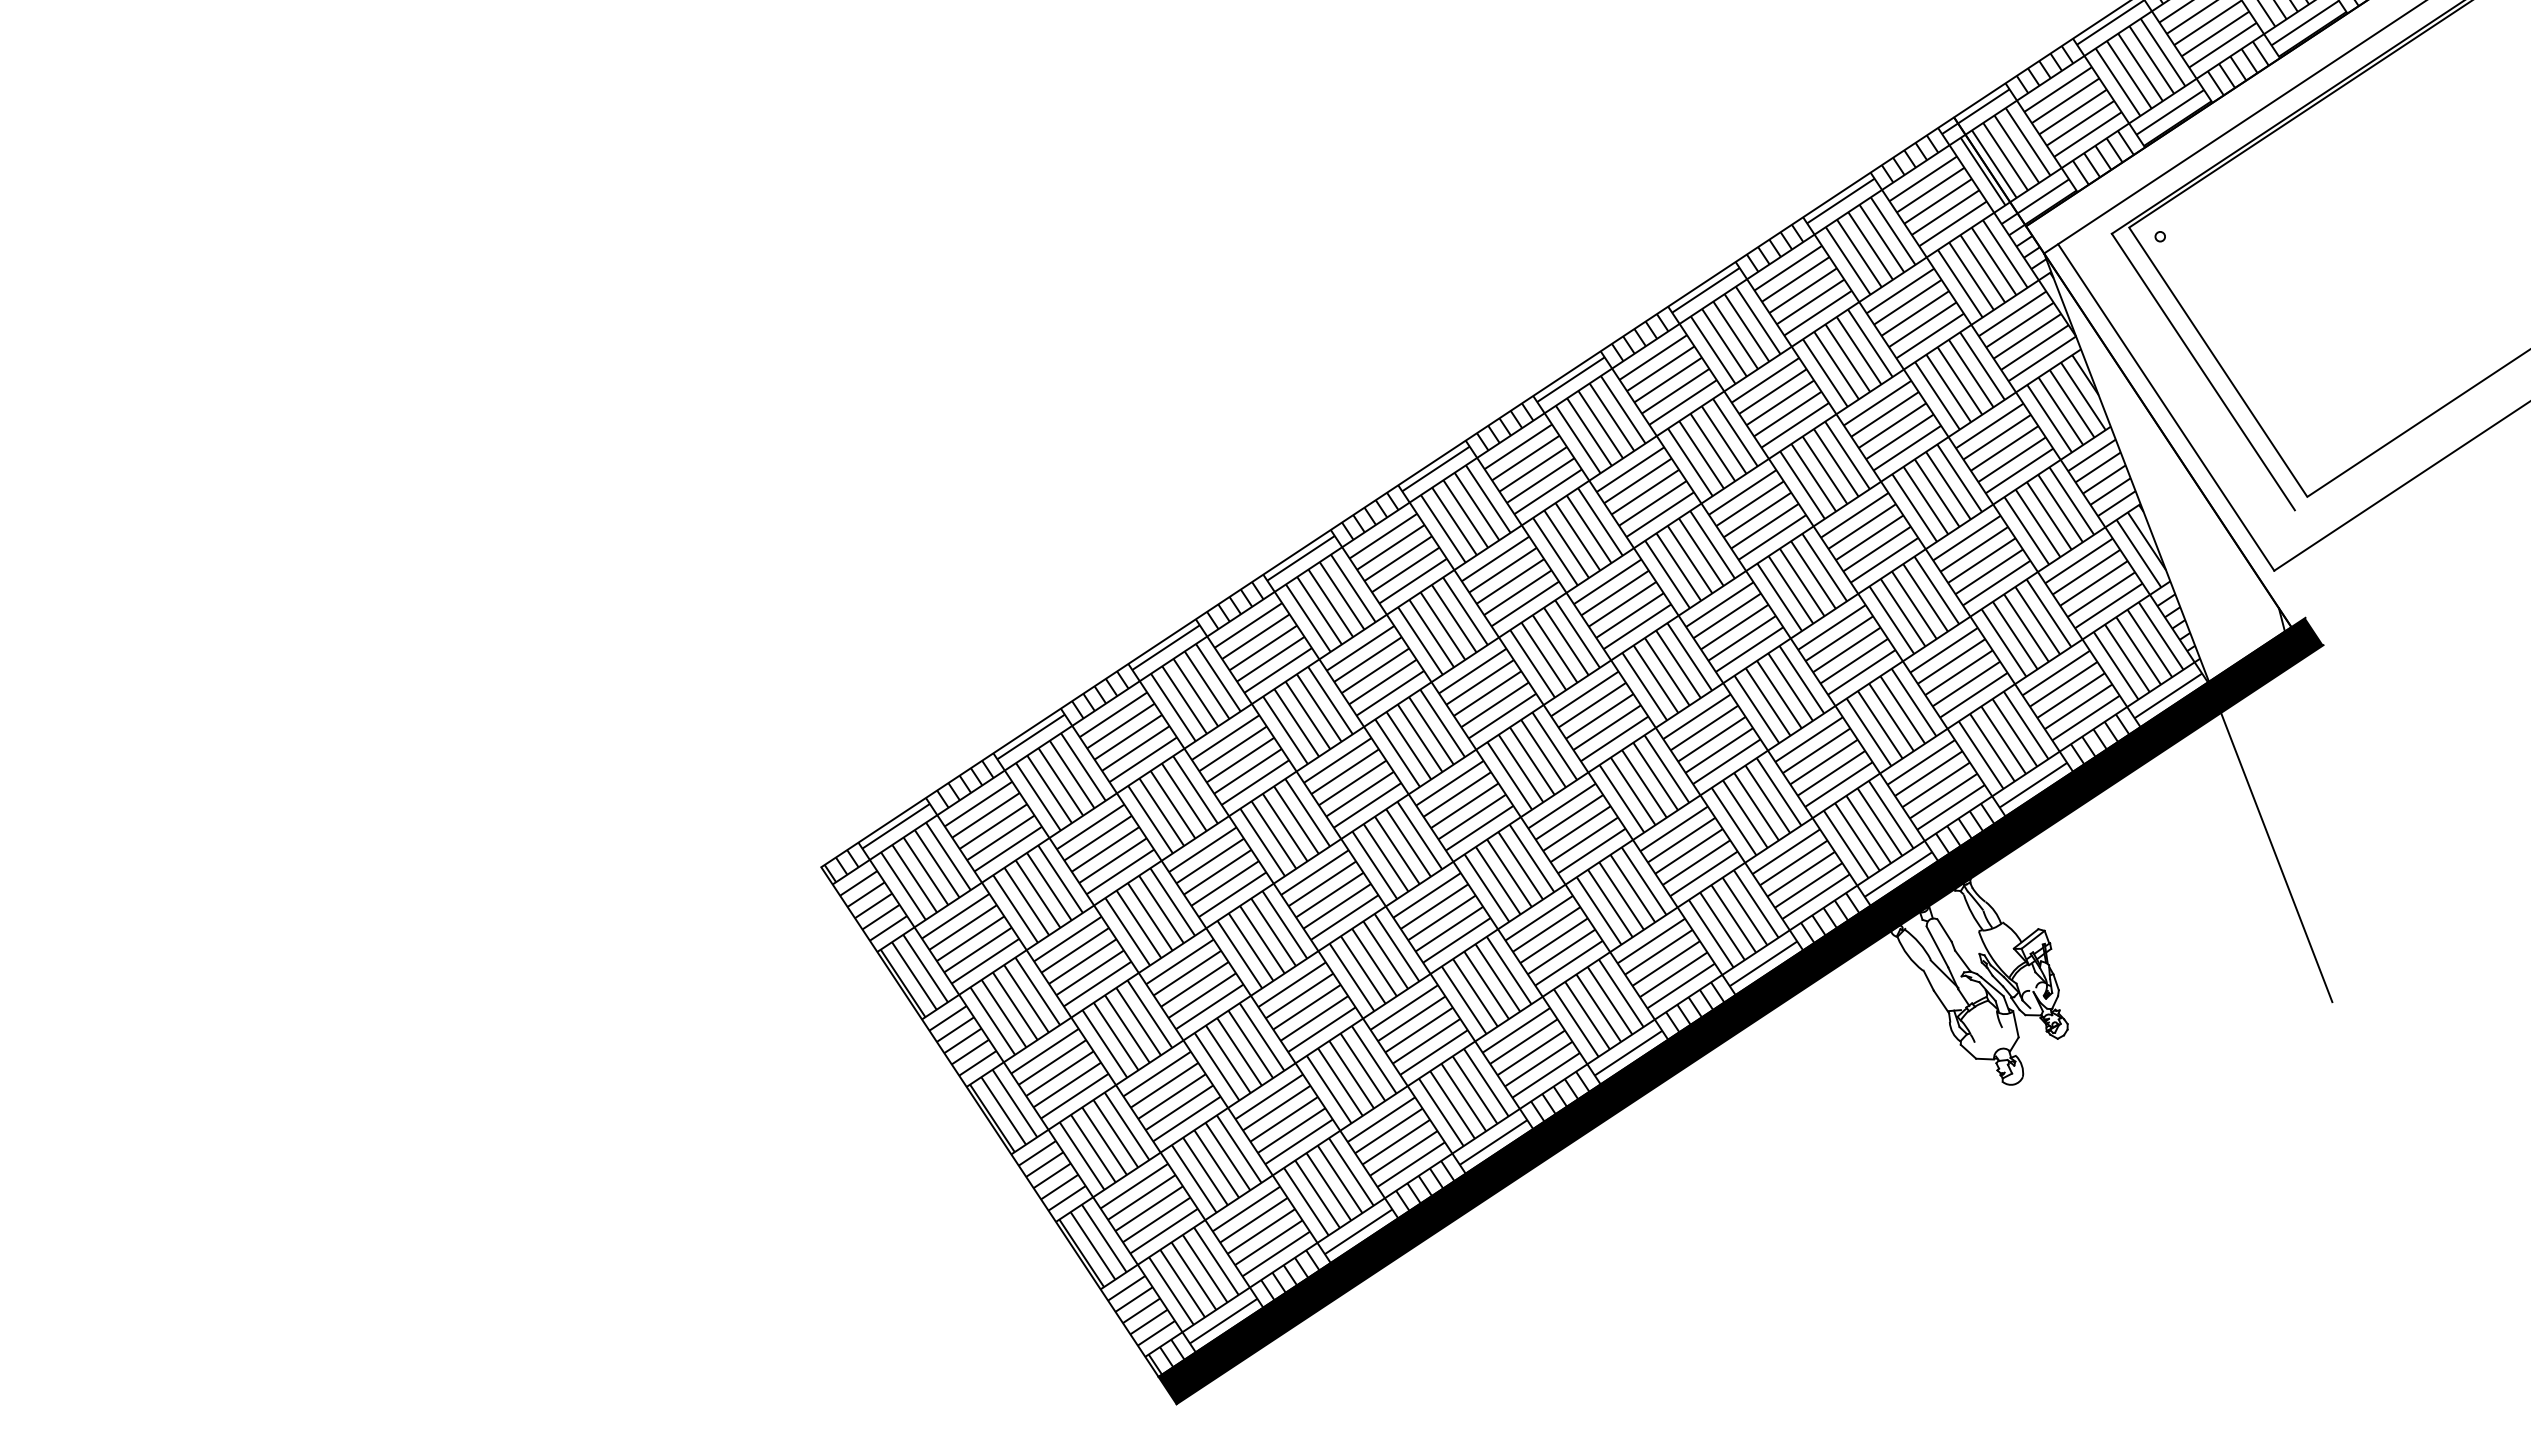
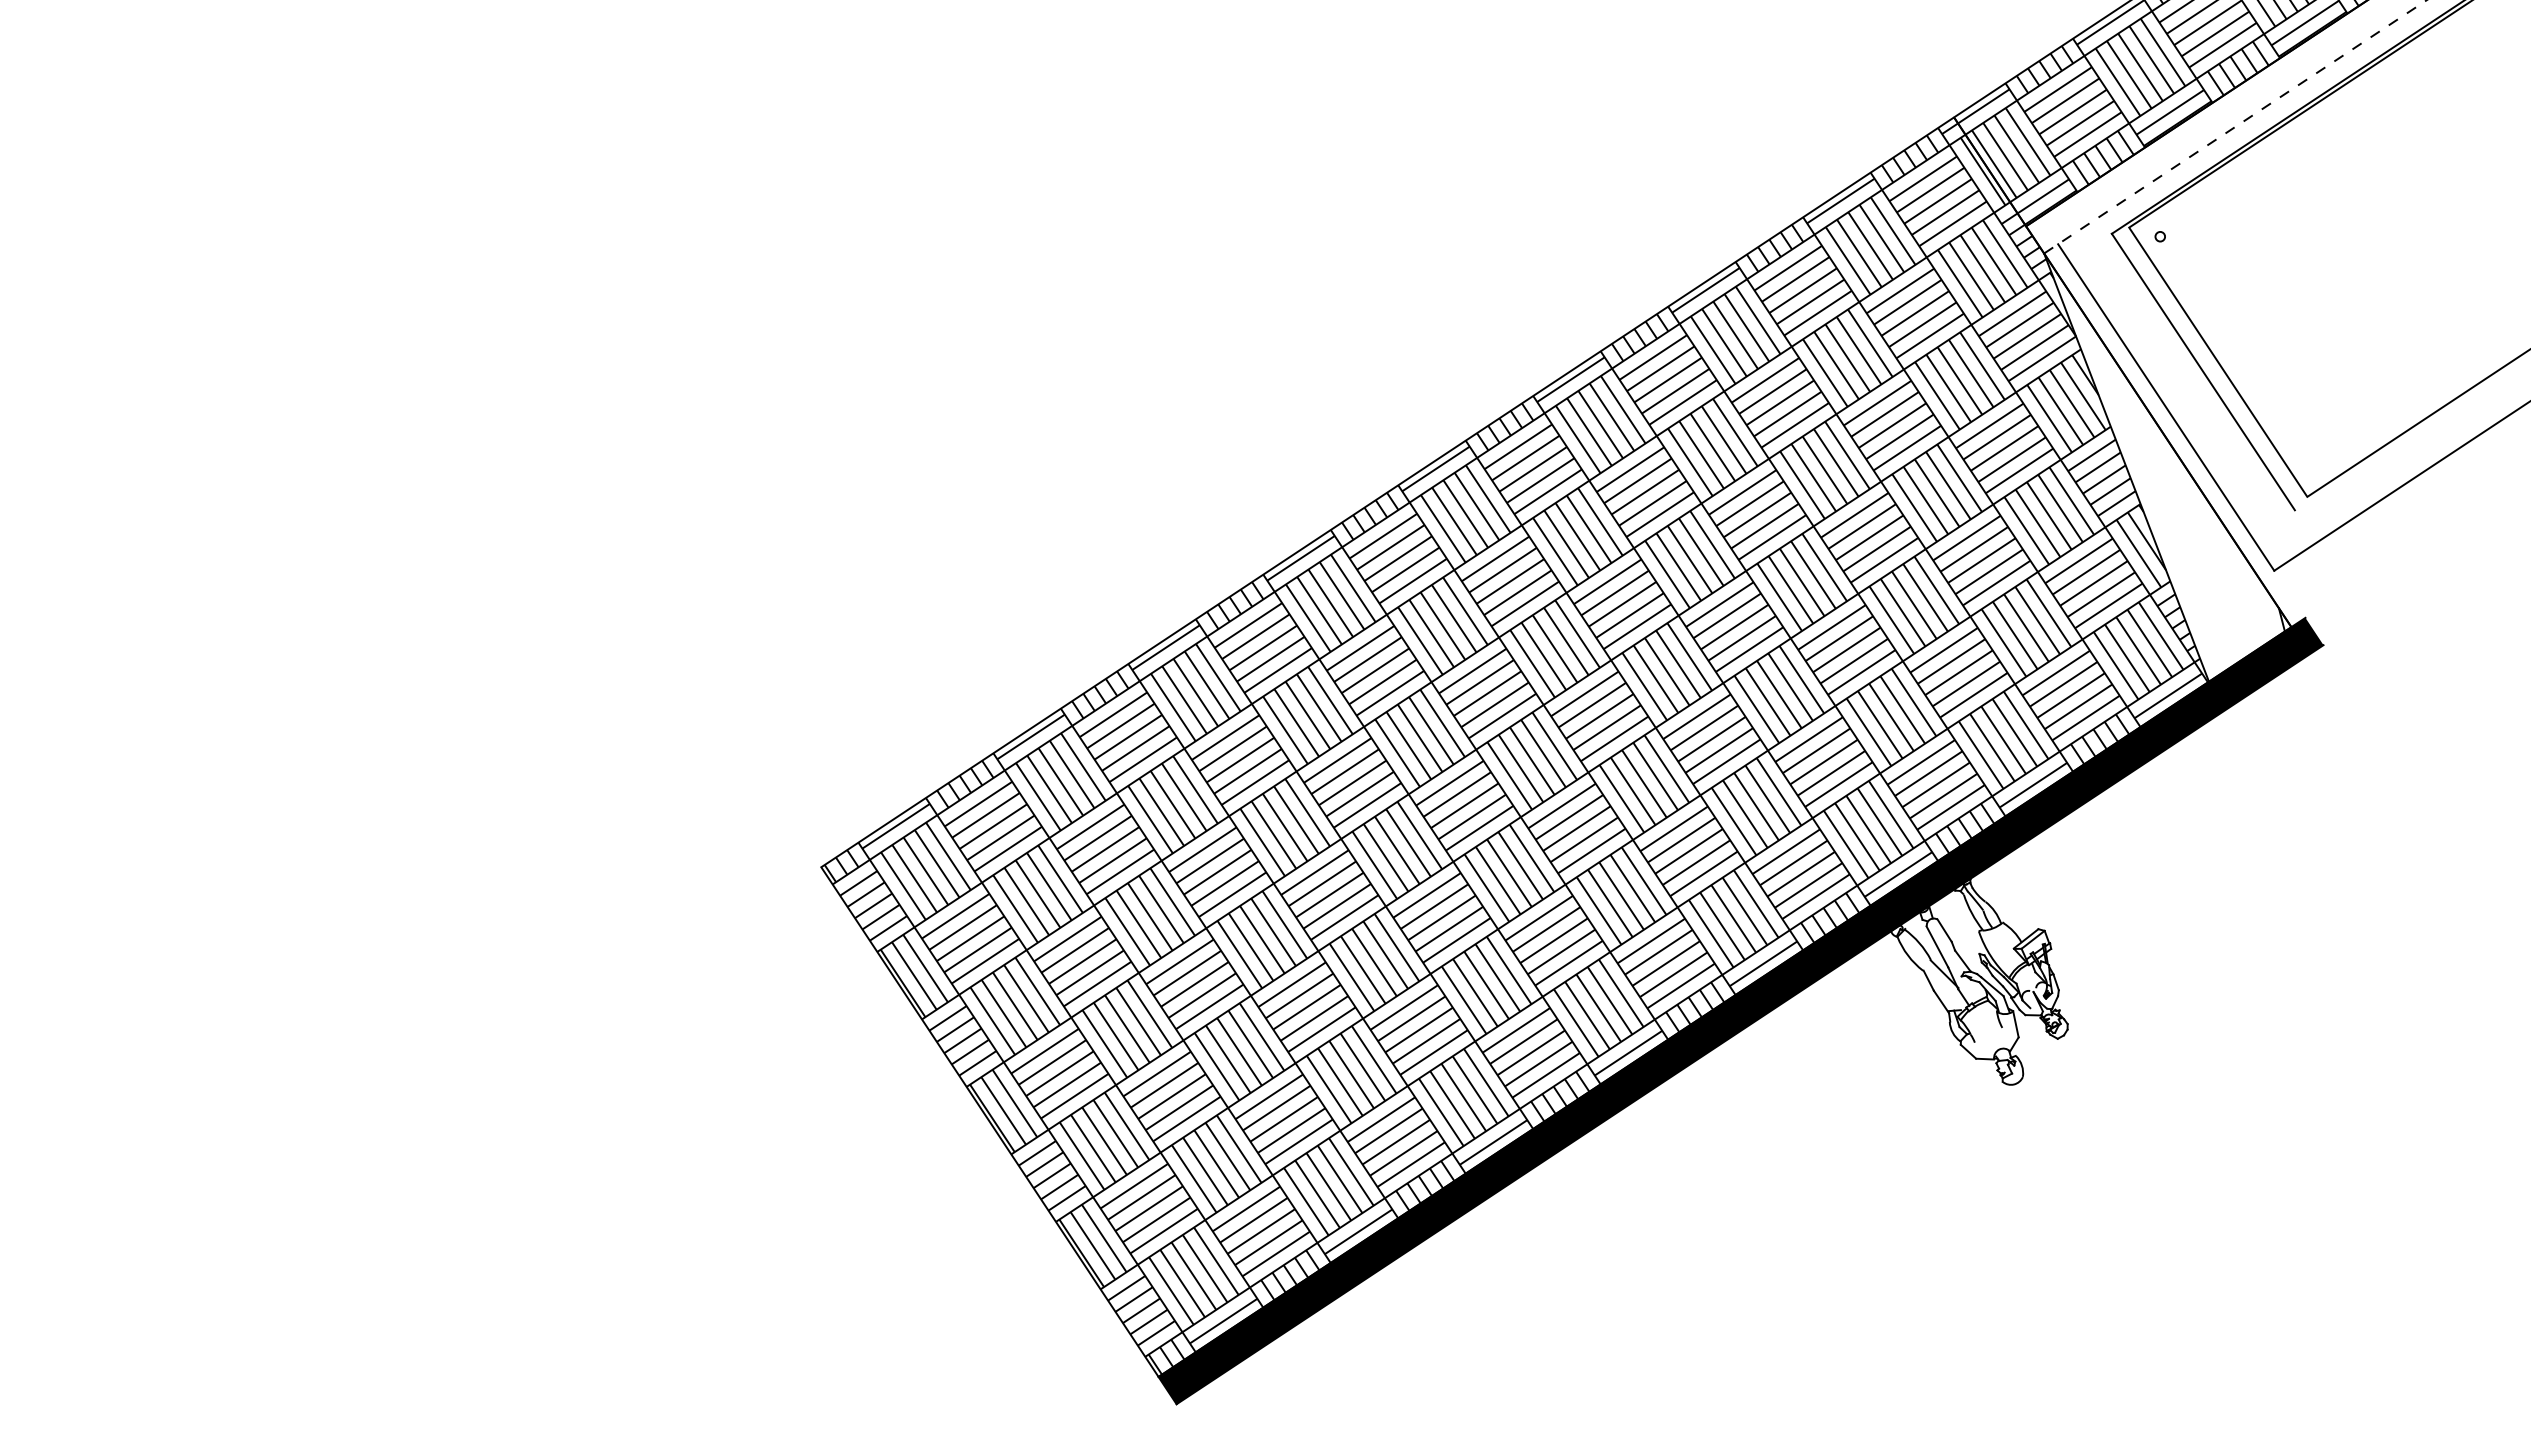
line at (2235, 126): solid -> dashed
line at (2276, 857): present -> none
